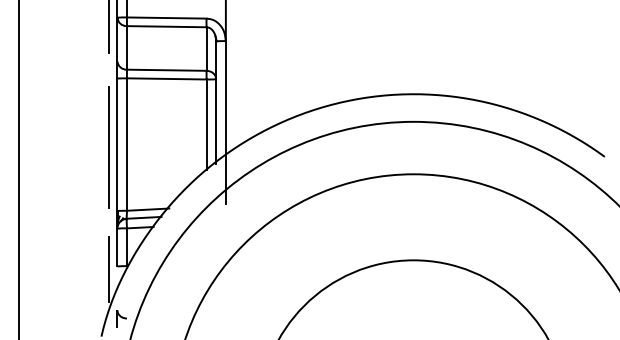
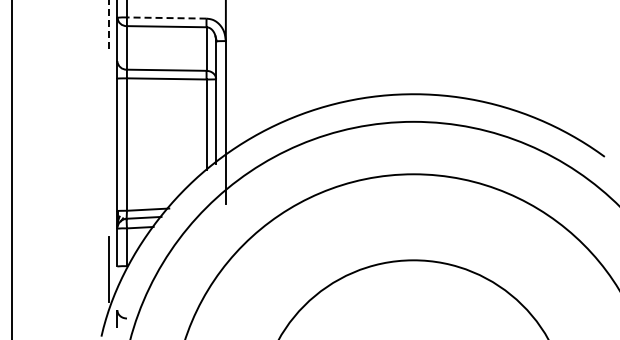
line at (166, 18): solid -> dashed
line at (109, 27): solid -> dashed
line at (109, 146): present -> none
line at (18, 169) position: (18, 169) -> (11, 169)
